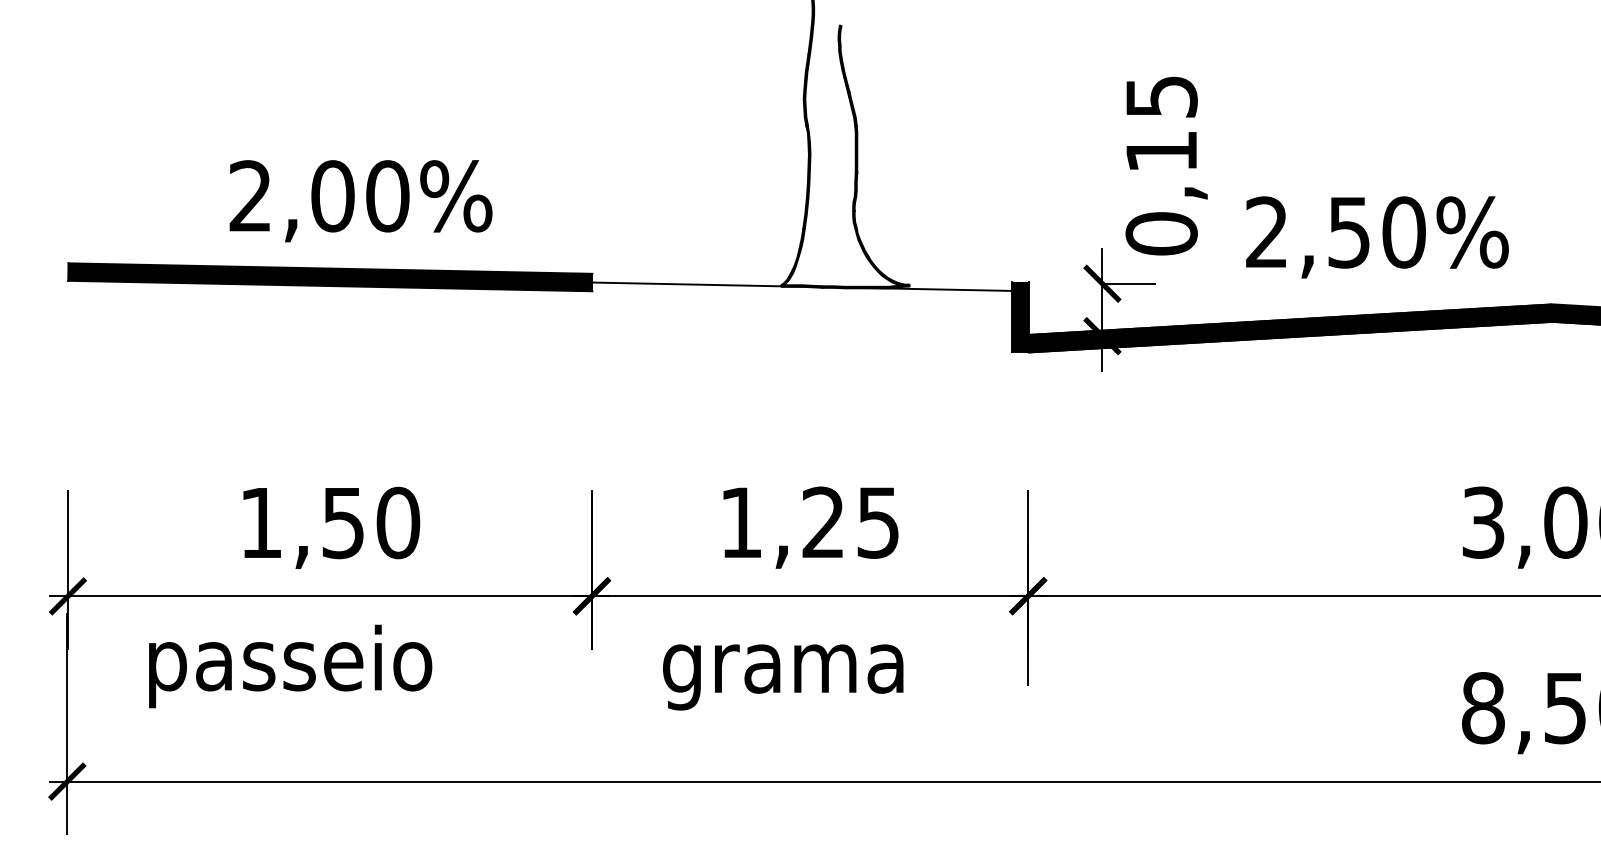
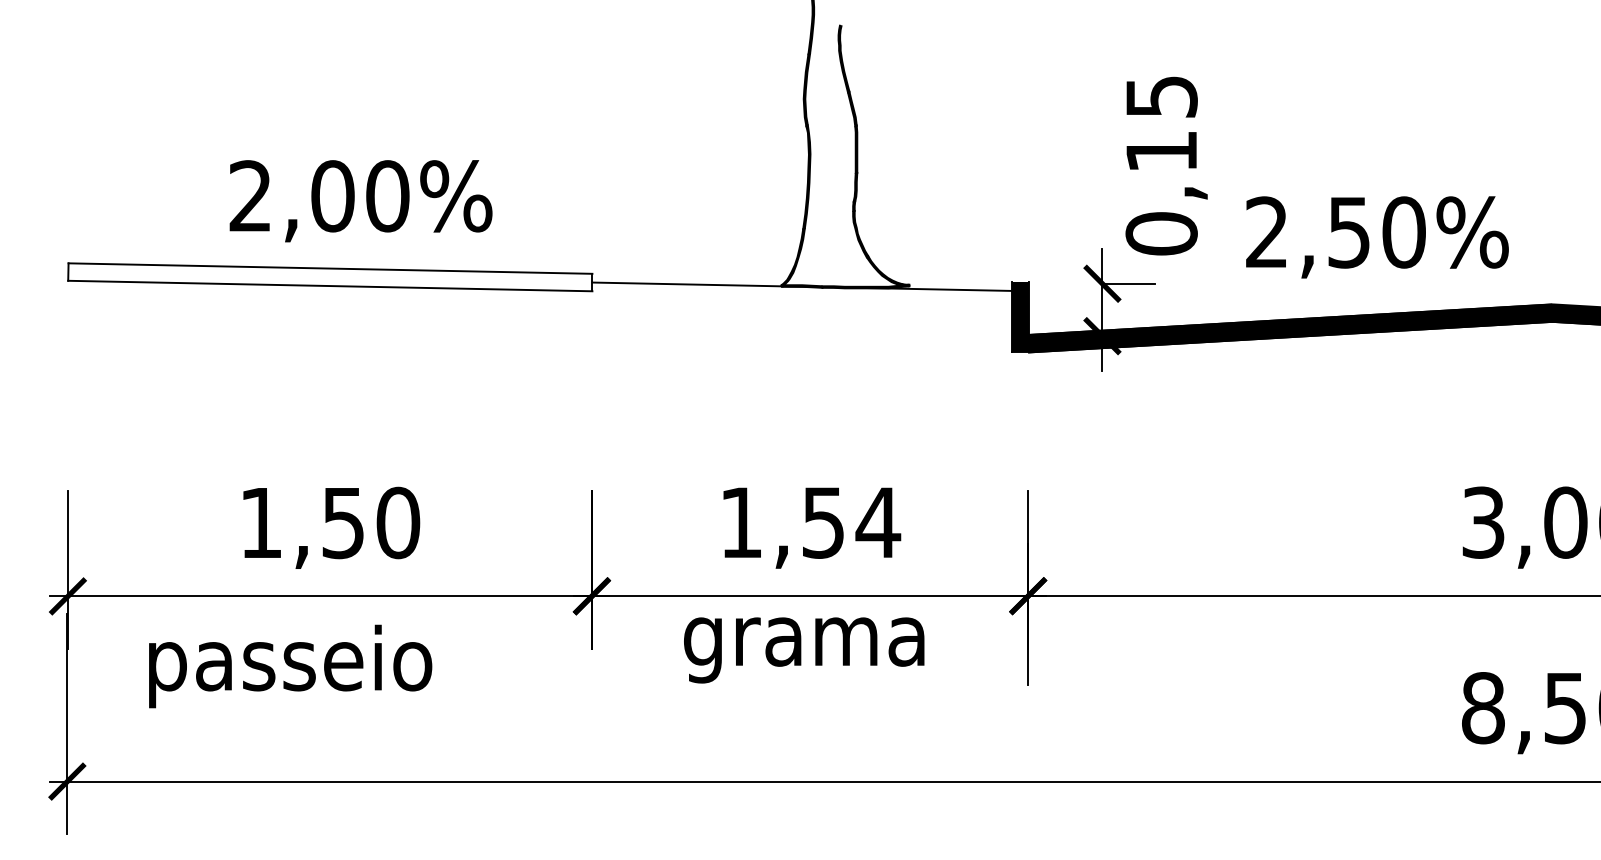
fill at (330, 277): present -> none
text at (851, 522): 1,25 -> 1,54
text at (783, 677) position: (783, 677) -> (804, 650)
